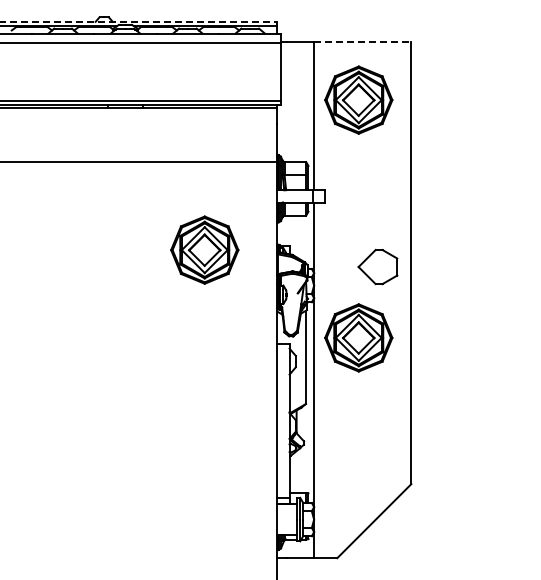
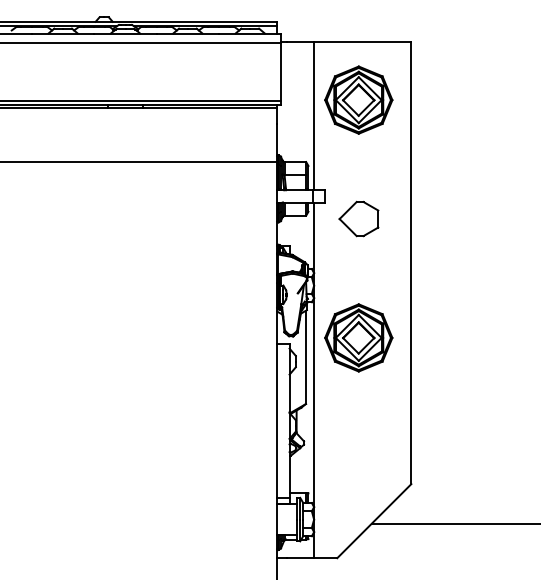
line at (139, 21): dashed -> solid
line at (362, 41): dashed -> solid
part at (204, 249): present -> none
part at (377, 266) position: (377, 266) -> (358, 218)
line at (454, 523): none -> present
